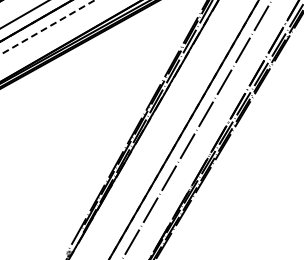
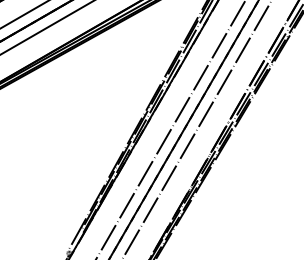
line at (47, 27): dashed -> solid
line at (170, 129): none -> present
